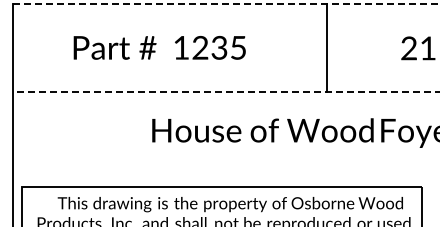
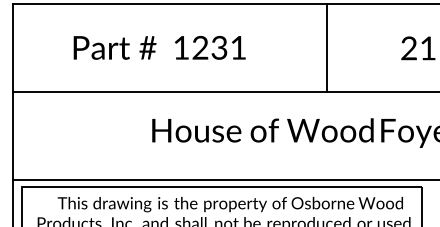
line at (226, 4): dashed -> solid
text at (238, 47): 1235 -> 1231
line at (226, 92): dashed -> solid
line at (224, 179): none -> present
